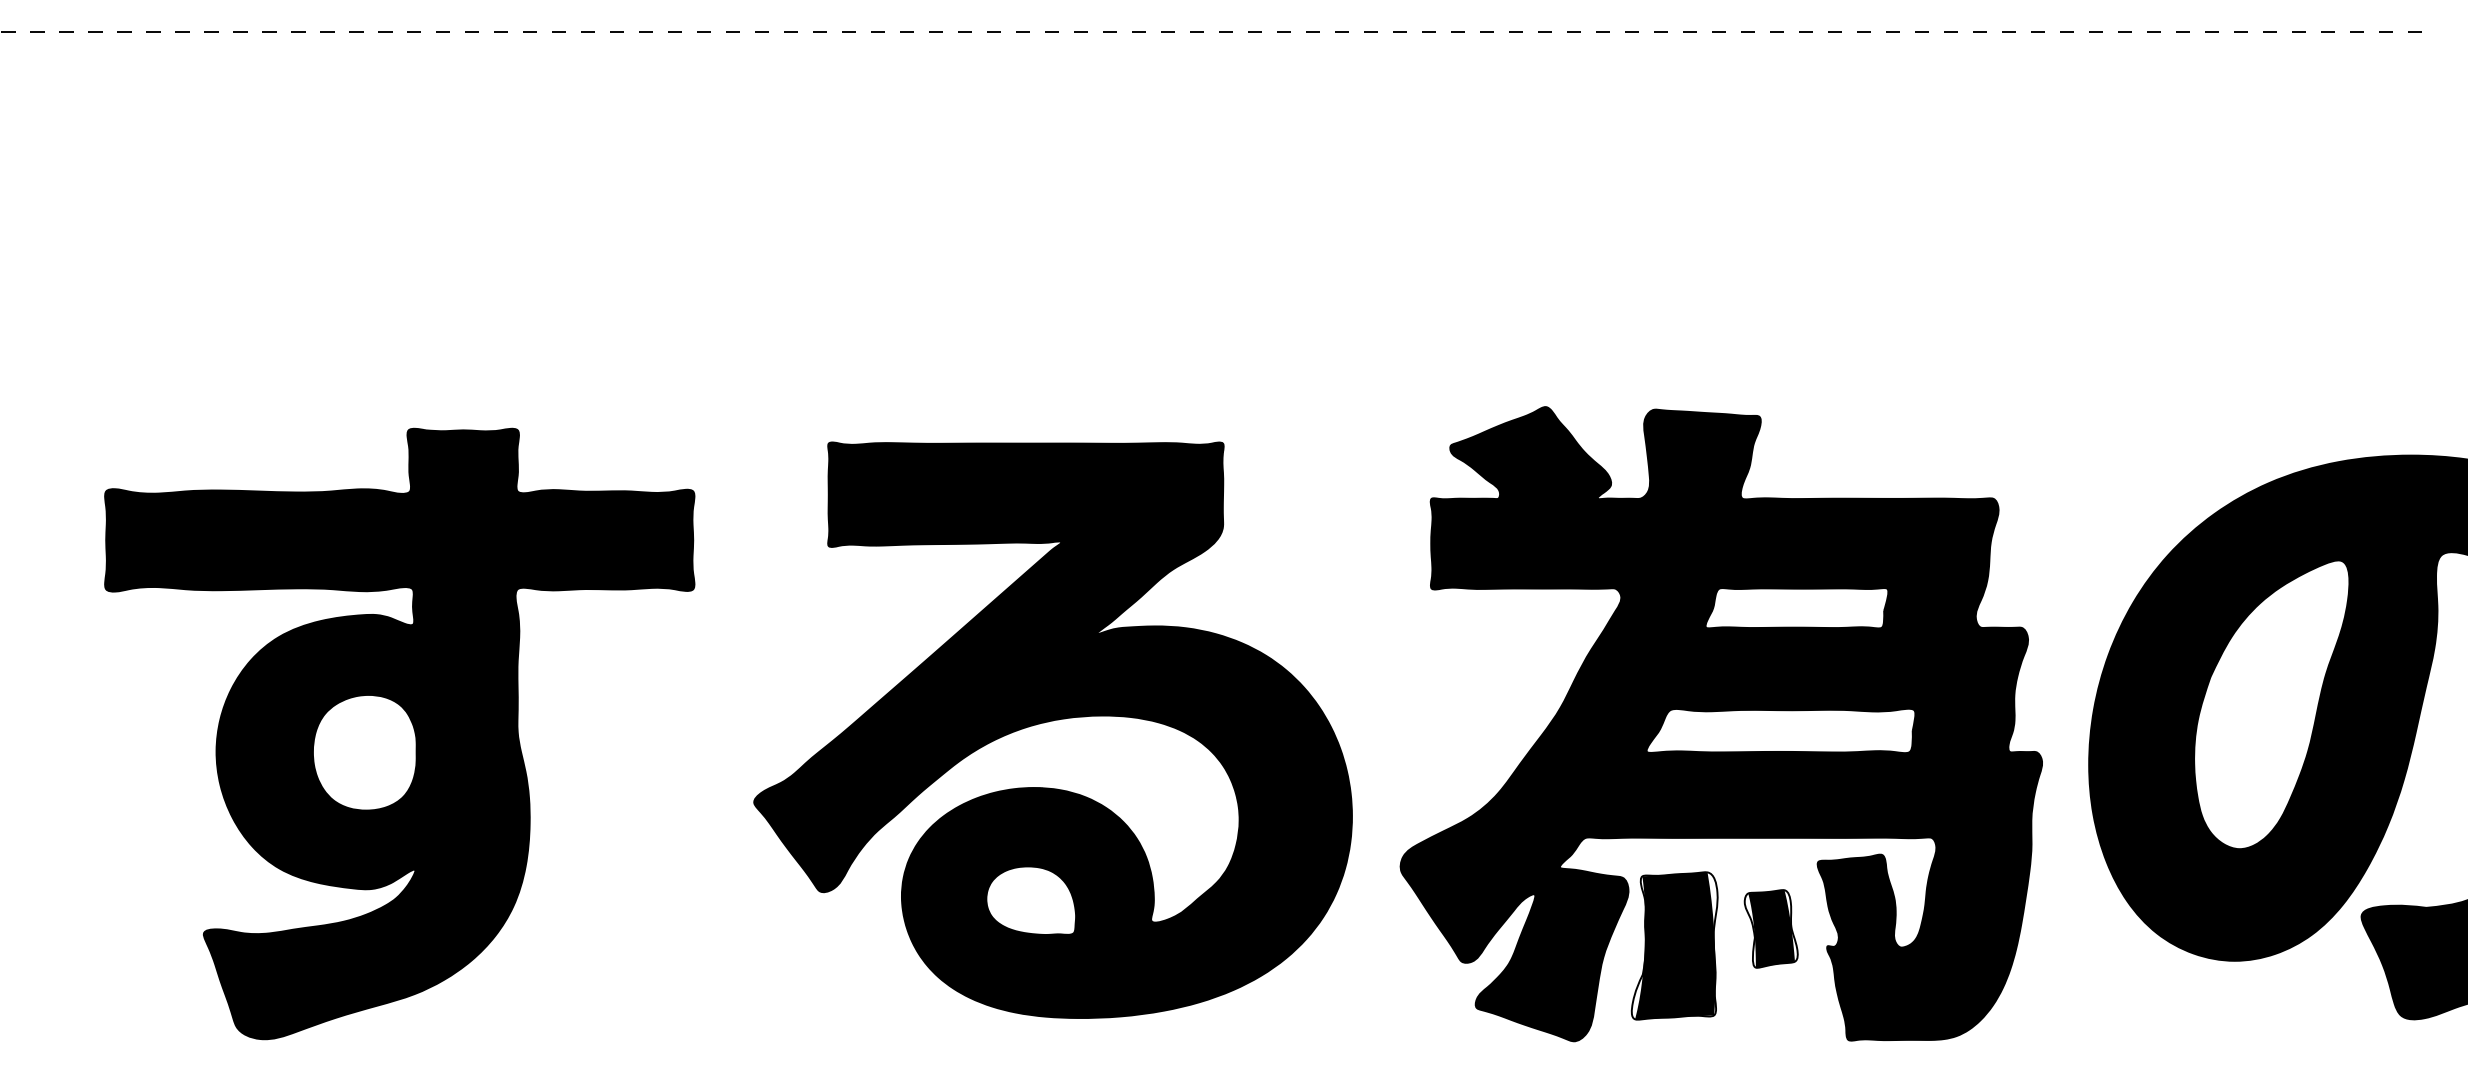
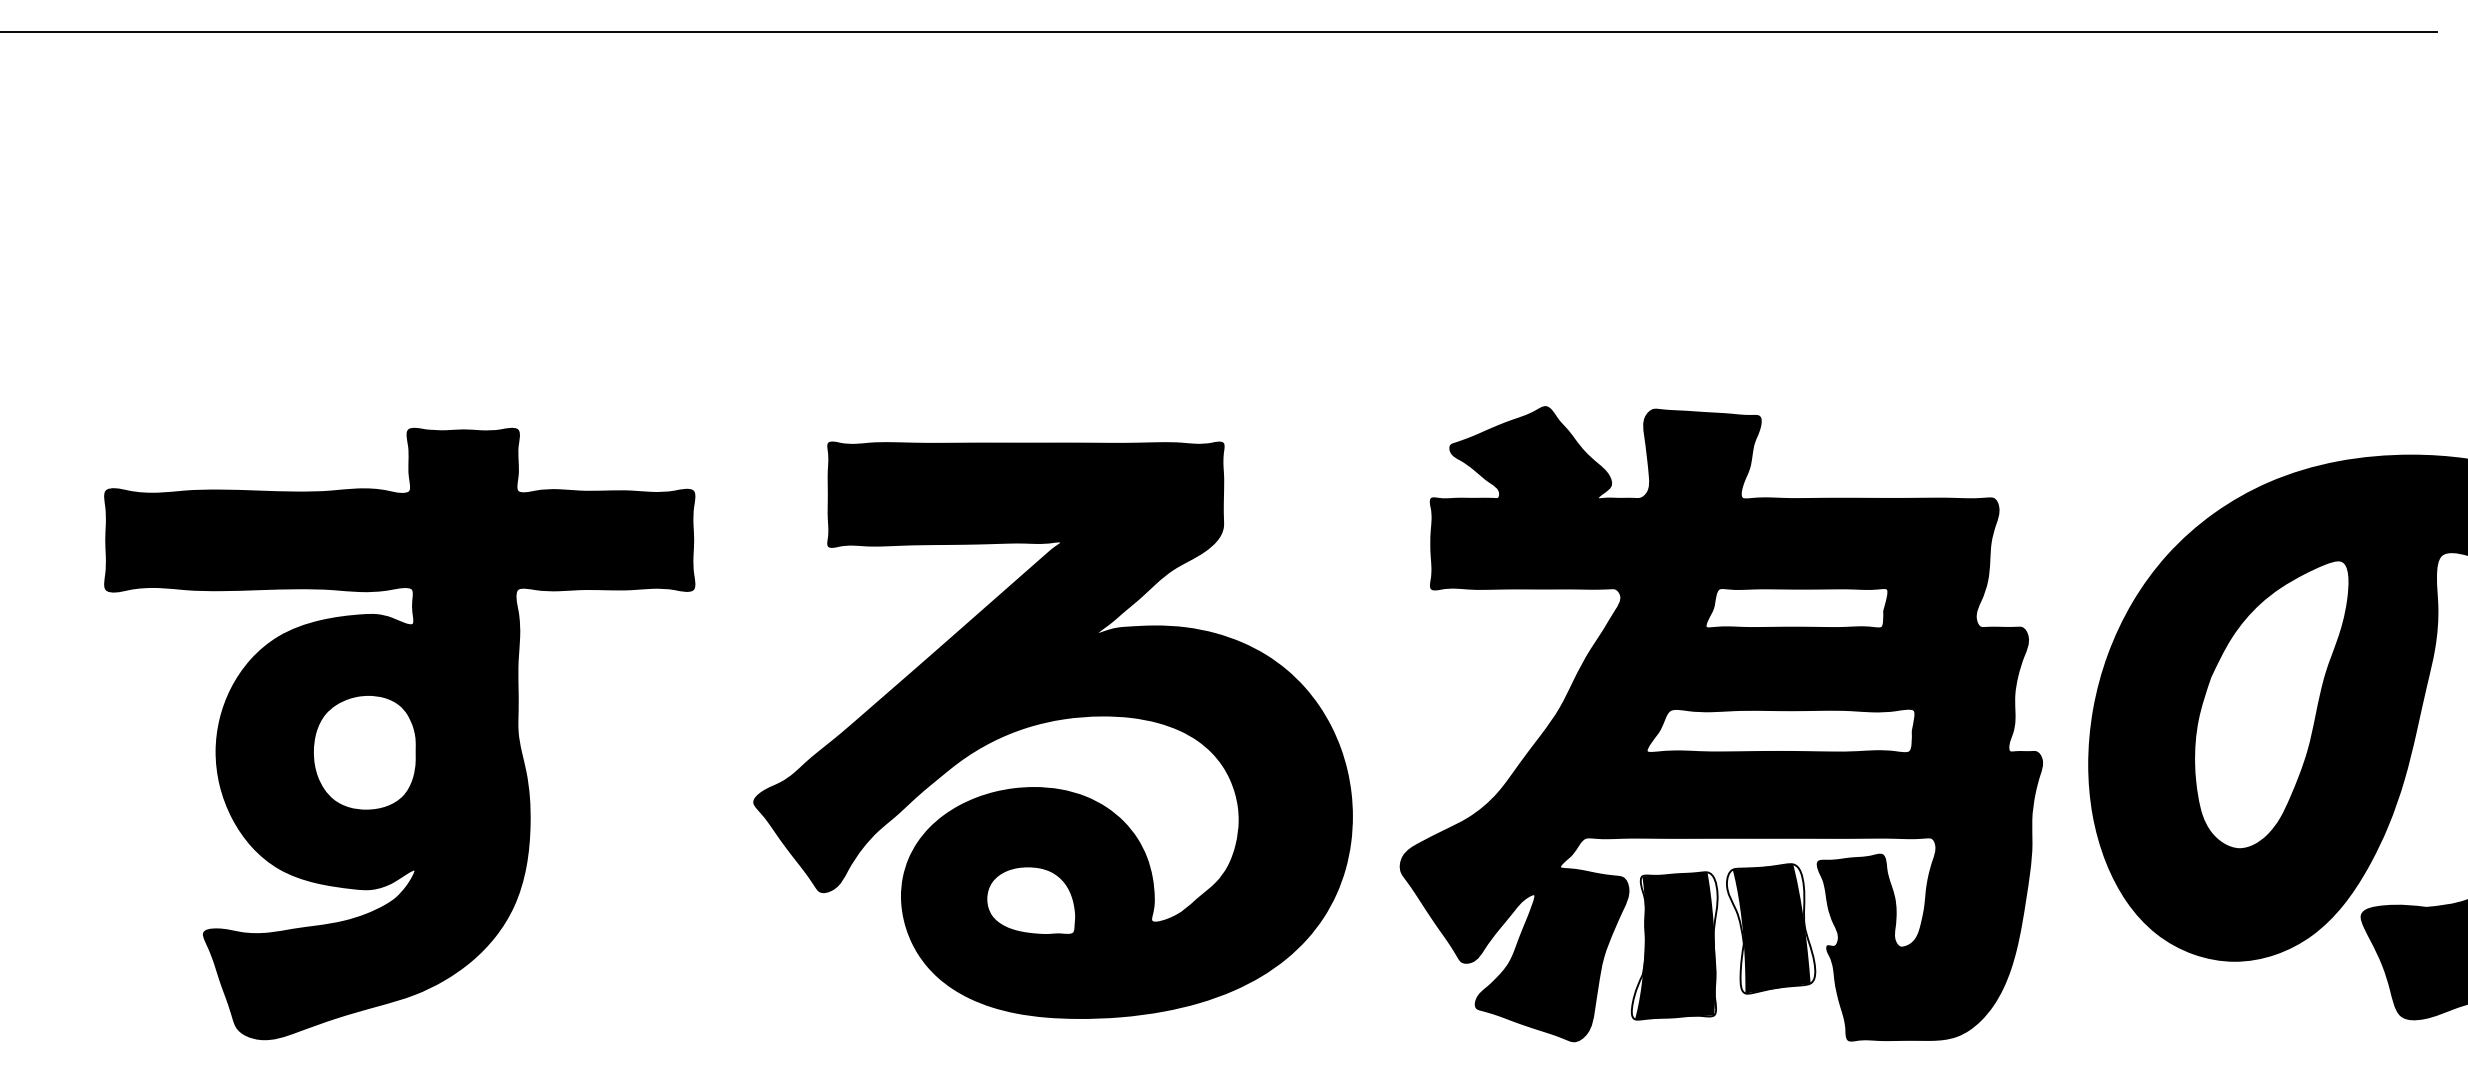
line at (1218, 32): dashed -> solid
part at (1770, 928) size: 56x80 px -> 91x132 px
